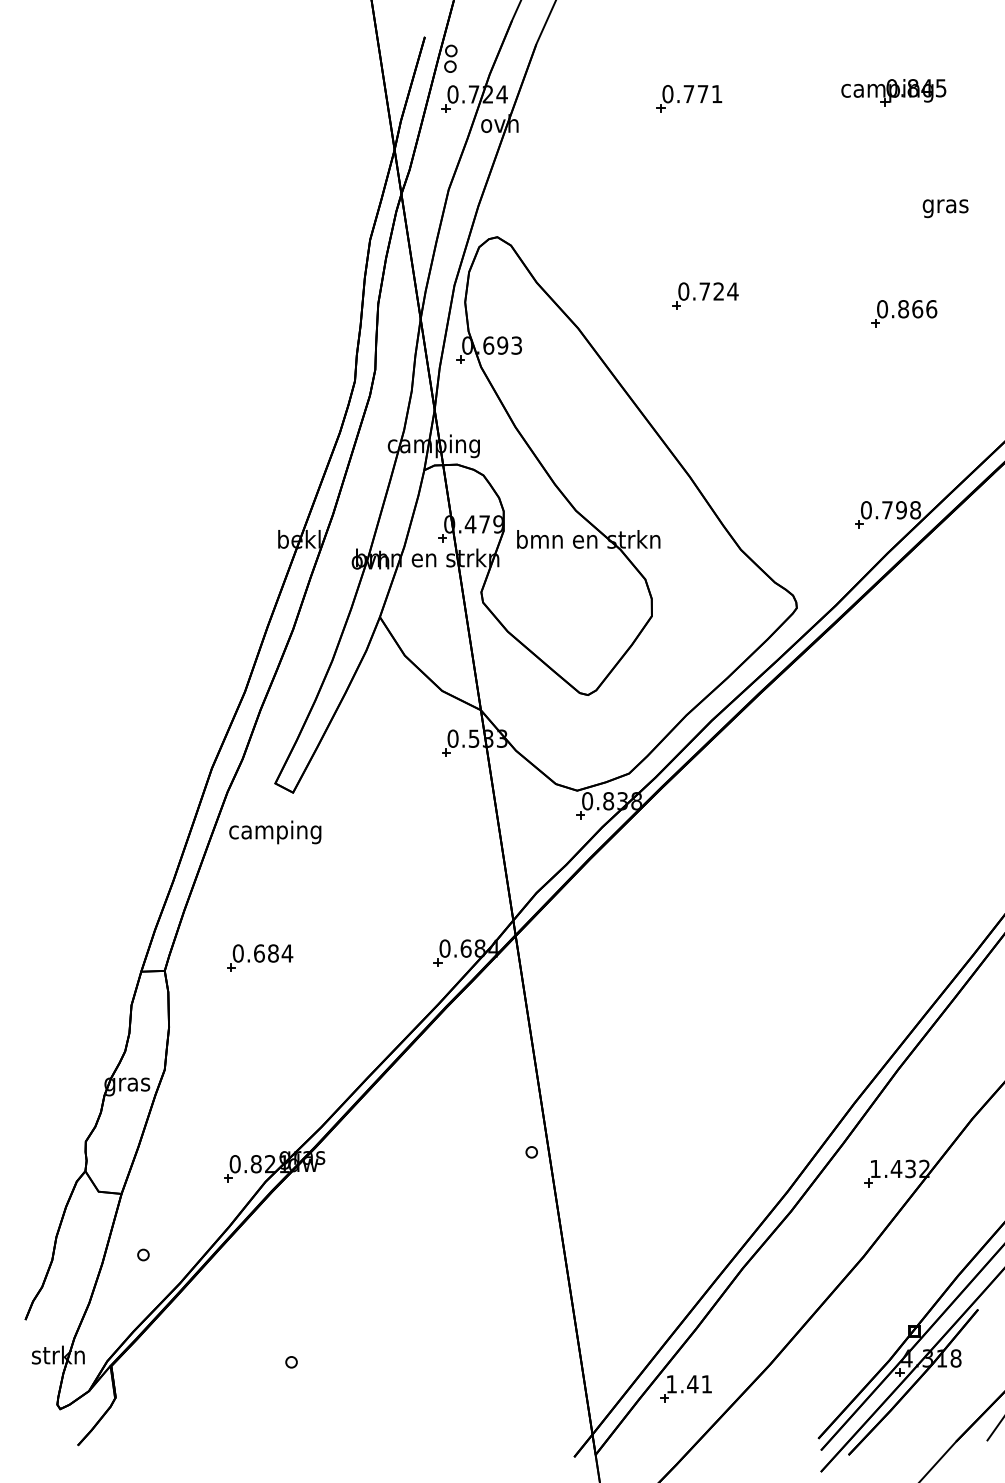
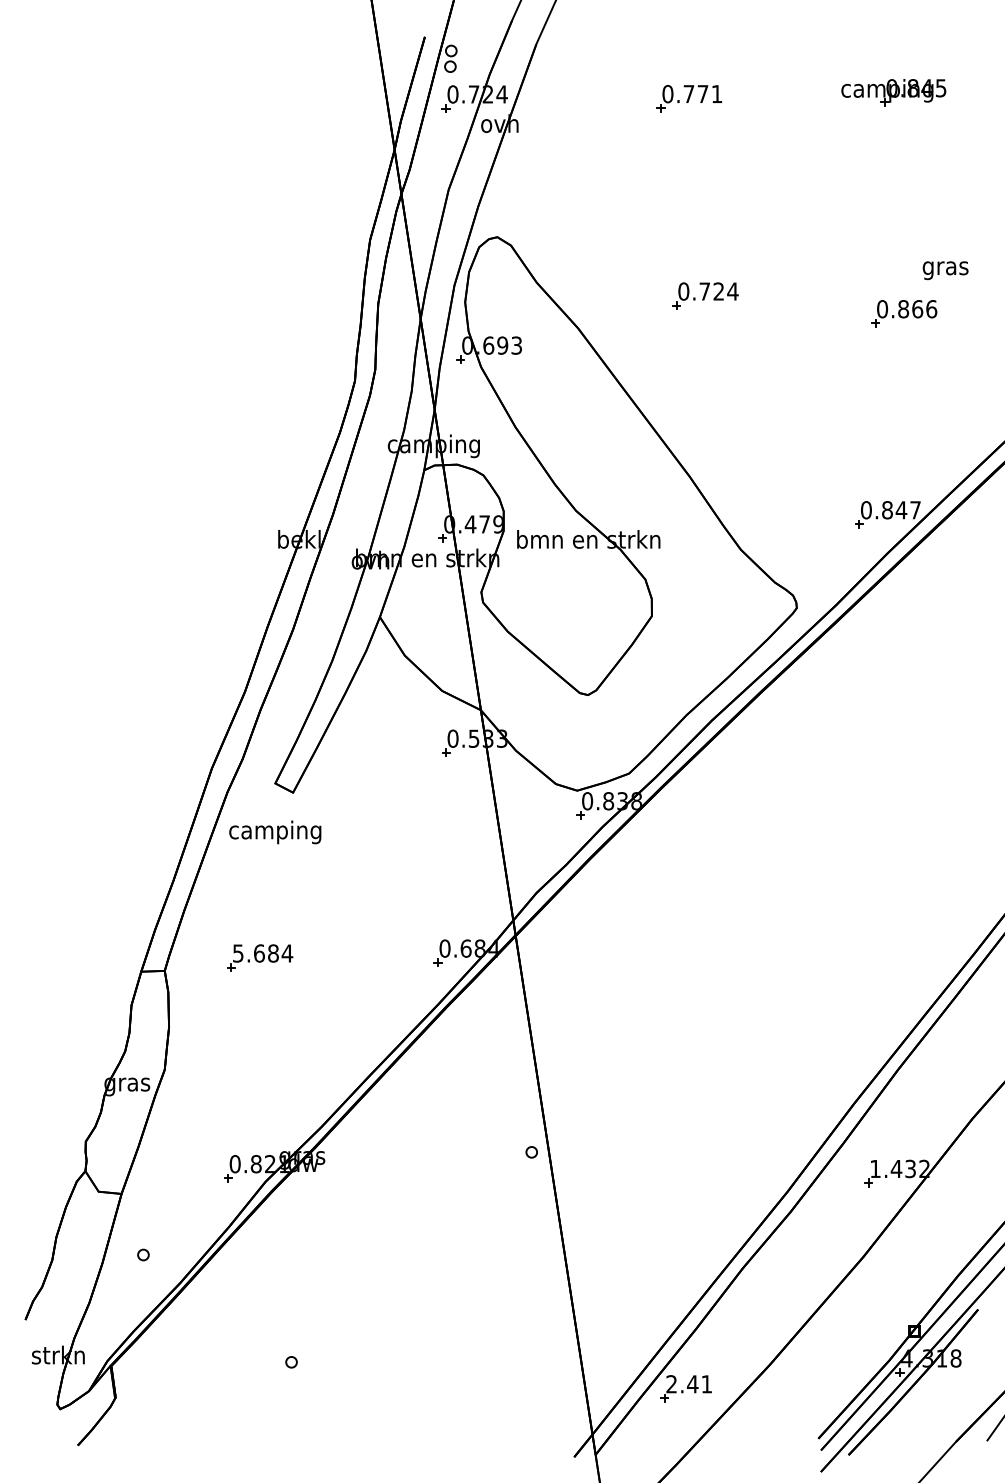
text at (945, 208) position: (945, 208) -> (945, 270)
text at (901, 510): 0.798 -> 0.847
text at (237, 953): 0.684 -> 5.684
text at (671, 1384): 1.41 -> 2.41
